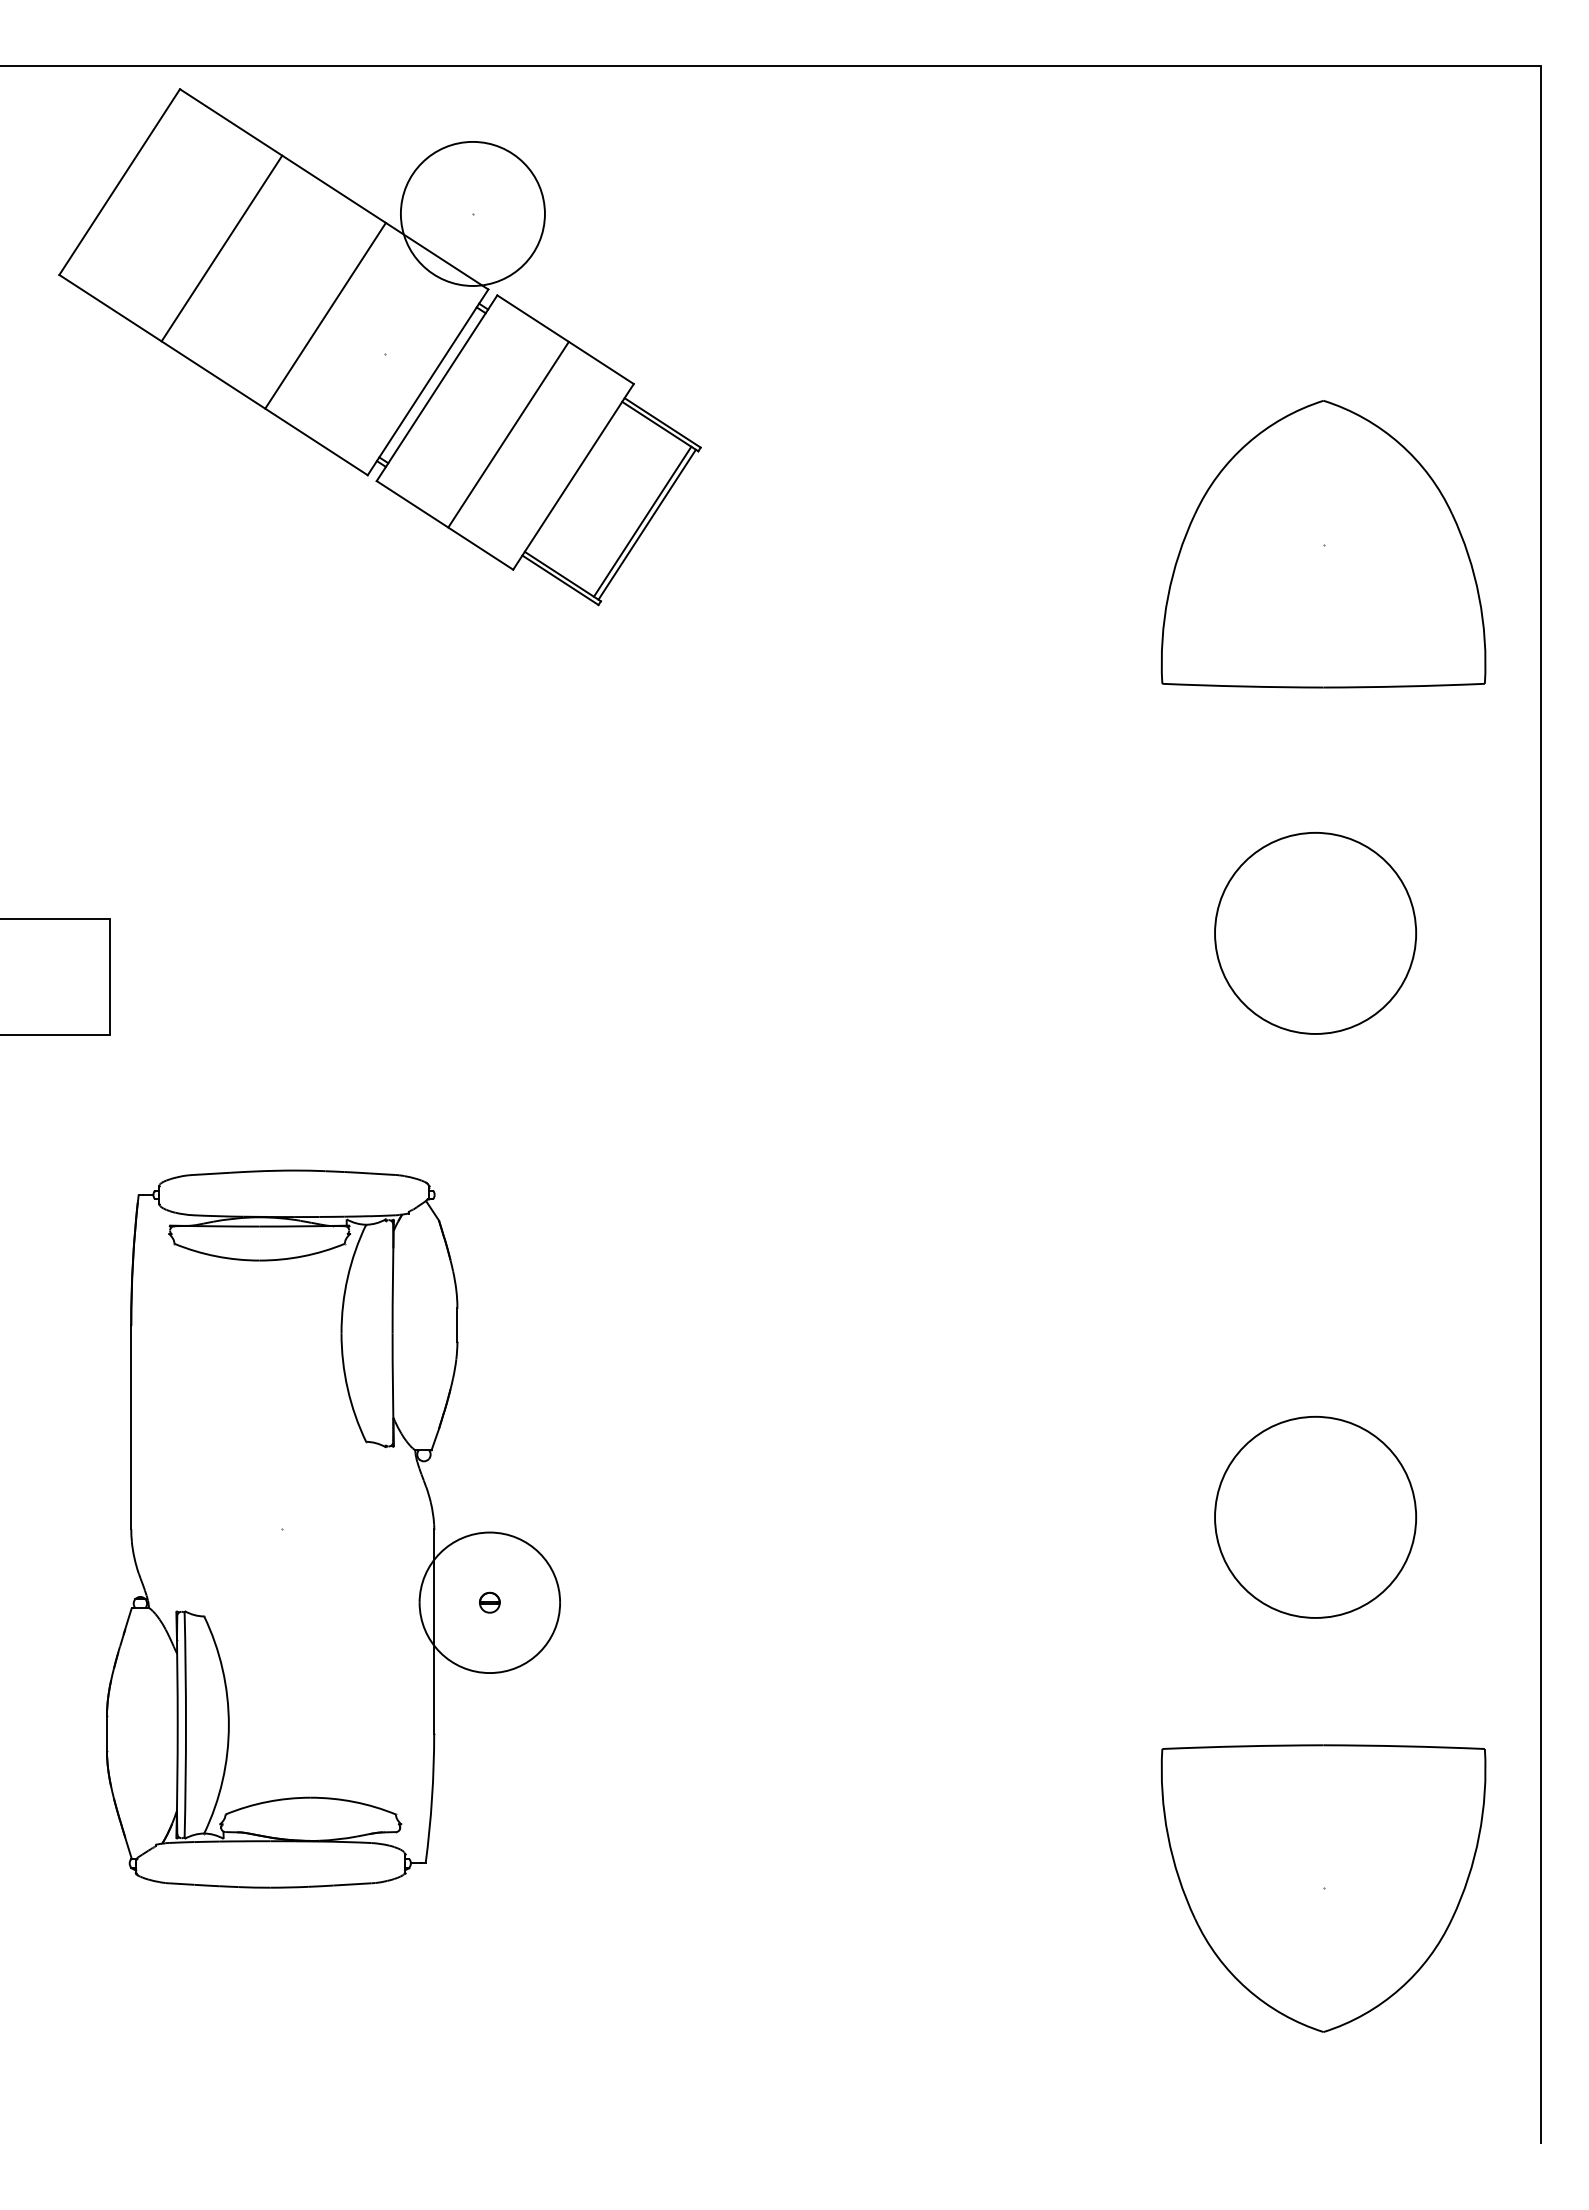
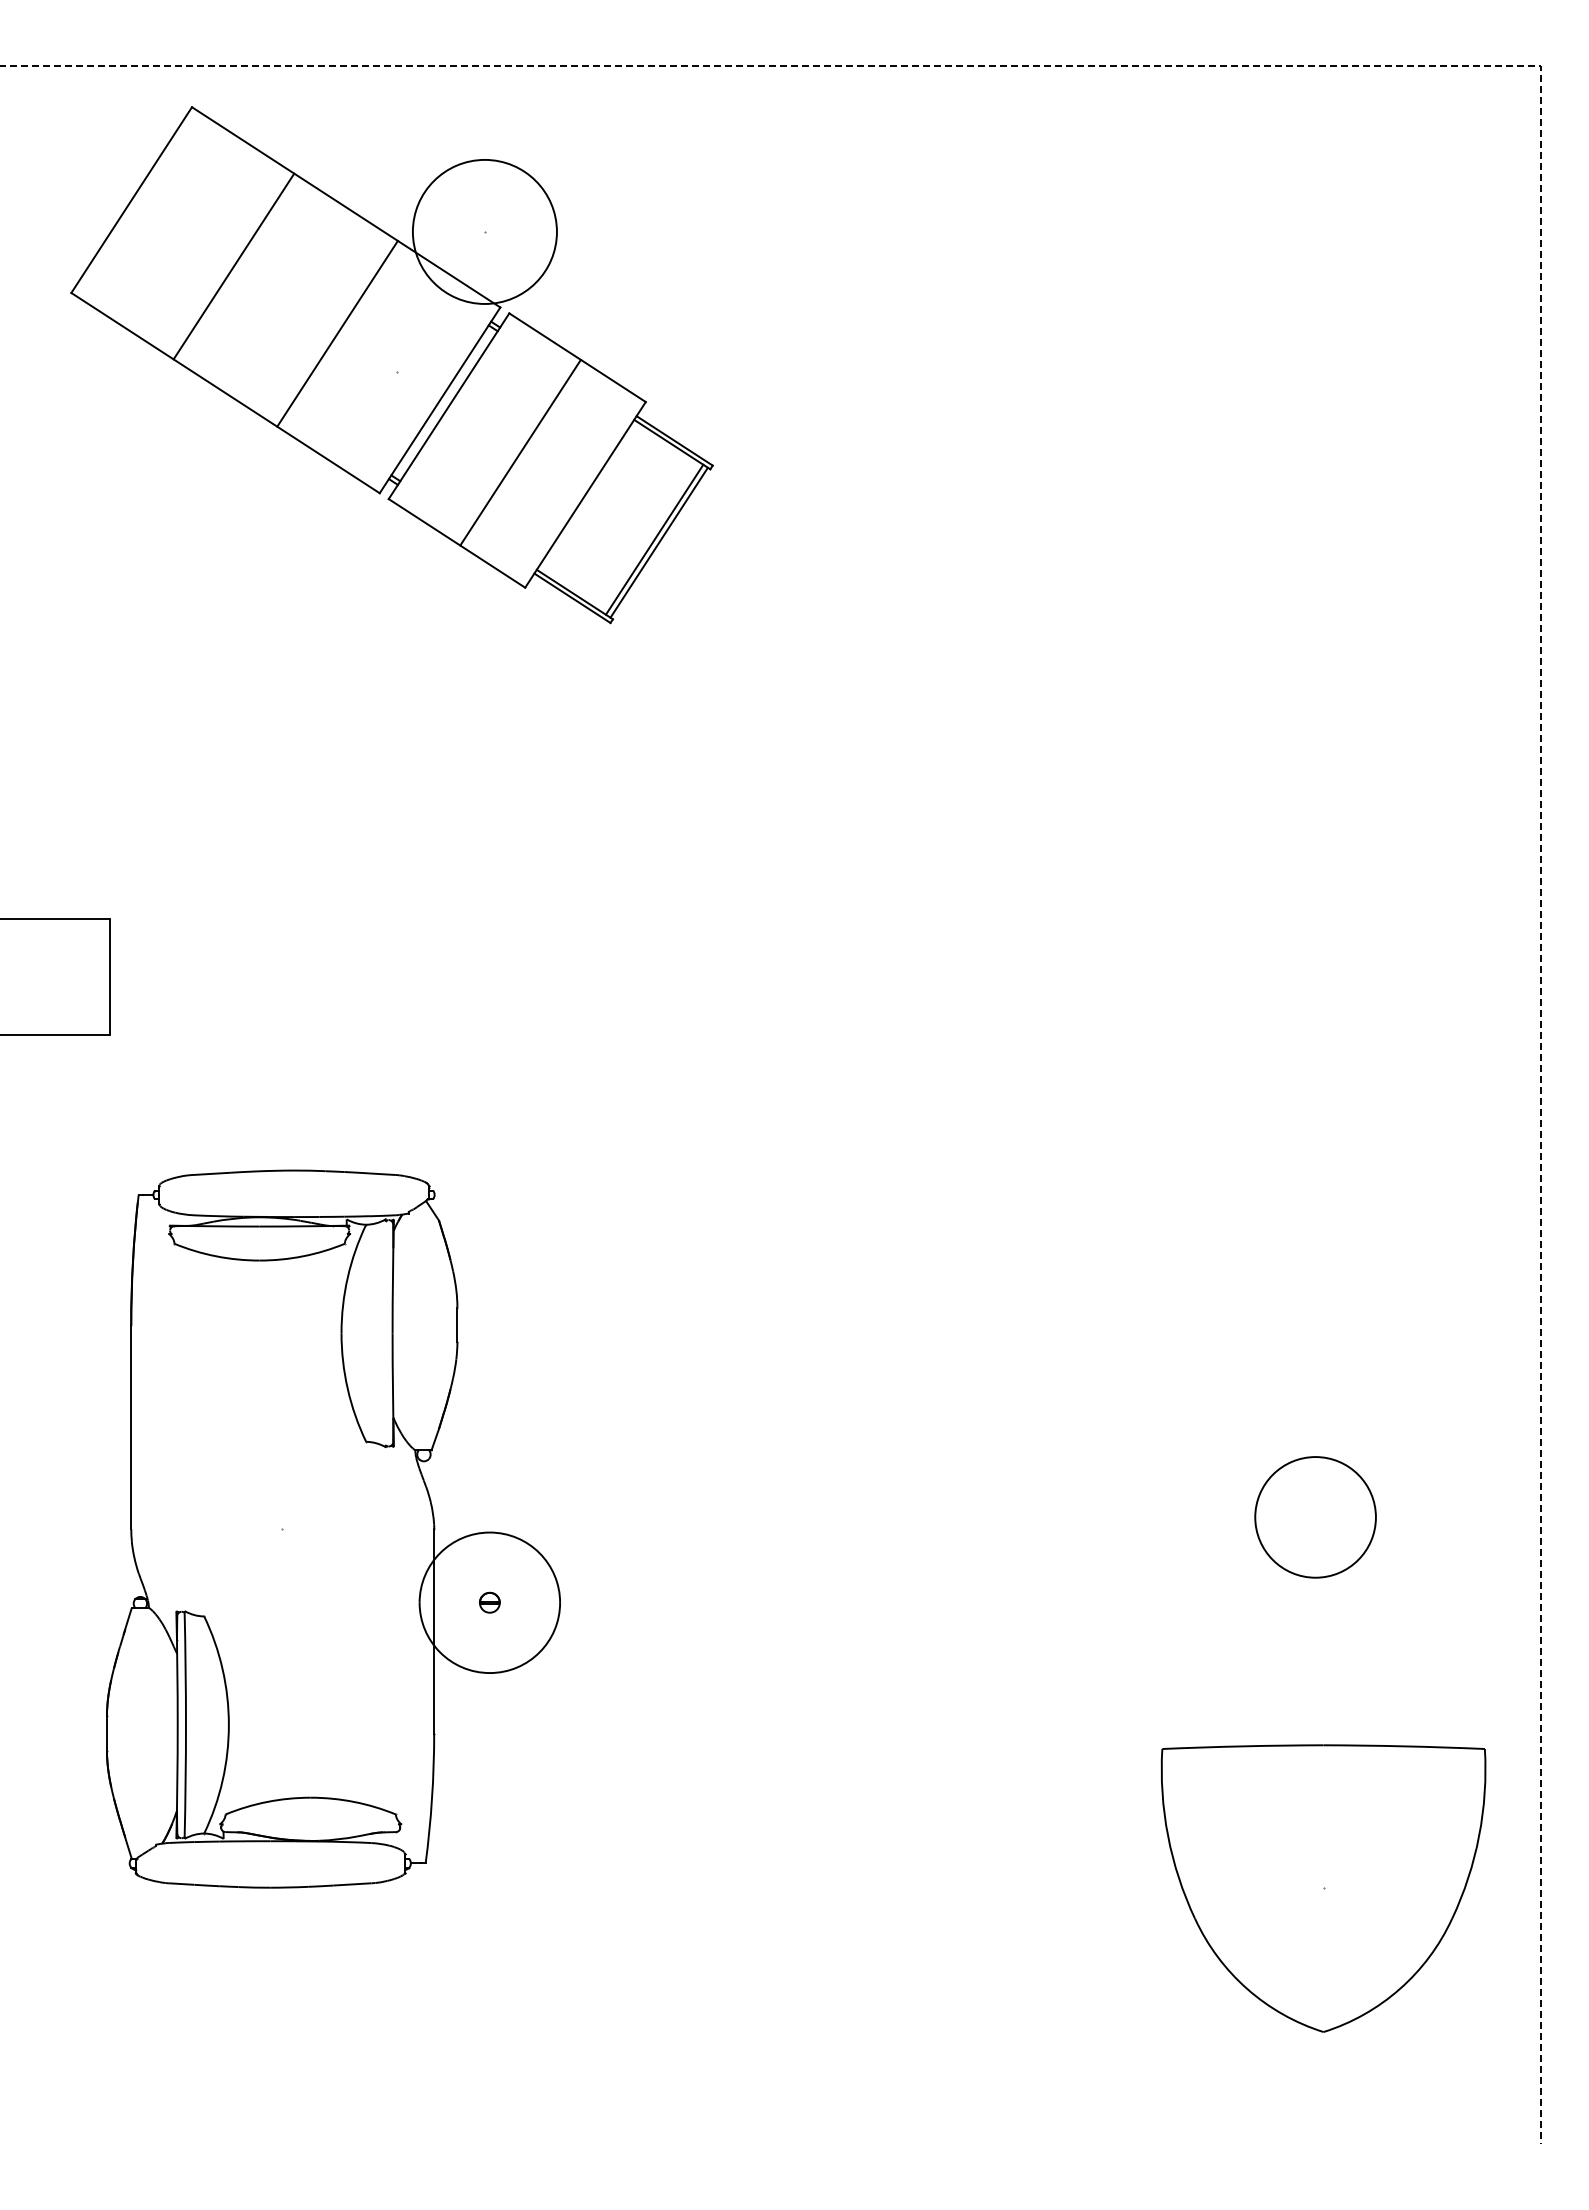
line at (1541, 334): solid -> dashed
part at (379, 347) position: (379, 347) -> (391, 365)
part at (1323, 544): present -> none
circle at (1315, 933): present -> none
circle at (1315, 1516) diameter: 201 px -> 121 px
